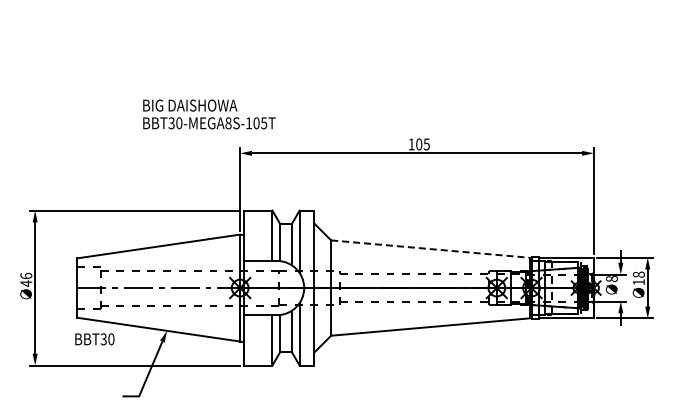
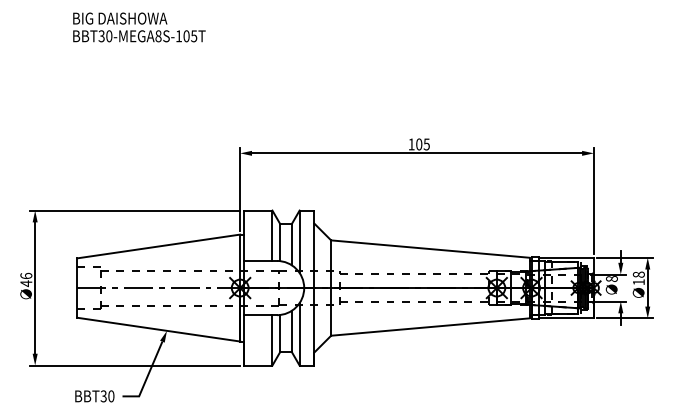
text at (209, 114) position: (209, 114) -> (139, 27)
line at (430, 249): dashed -> solid
text at (94, 339) position: (94, 339) -> (94, 396)
